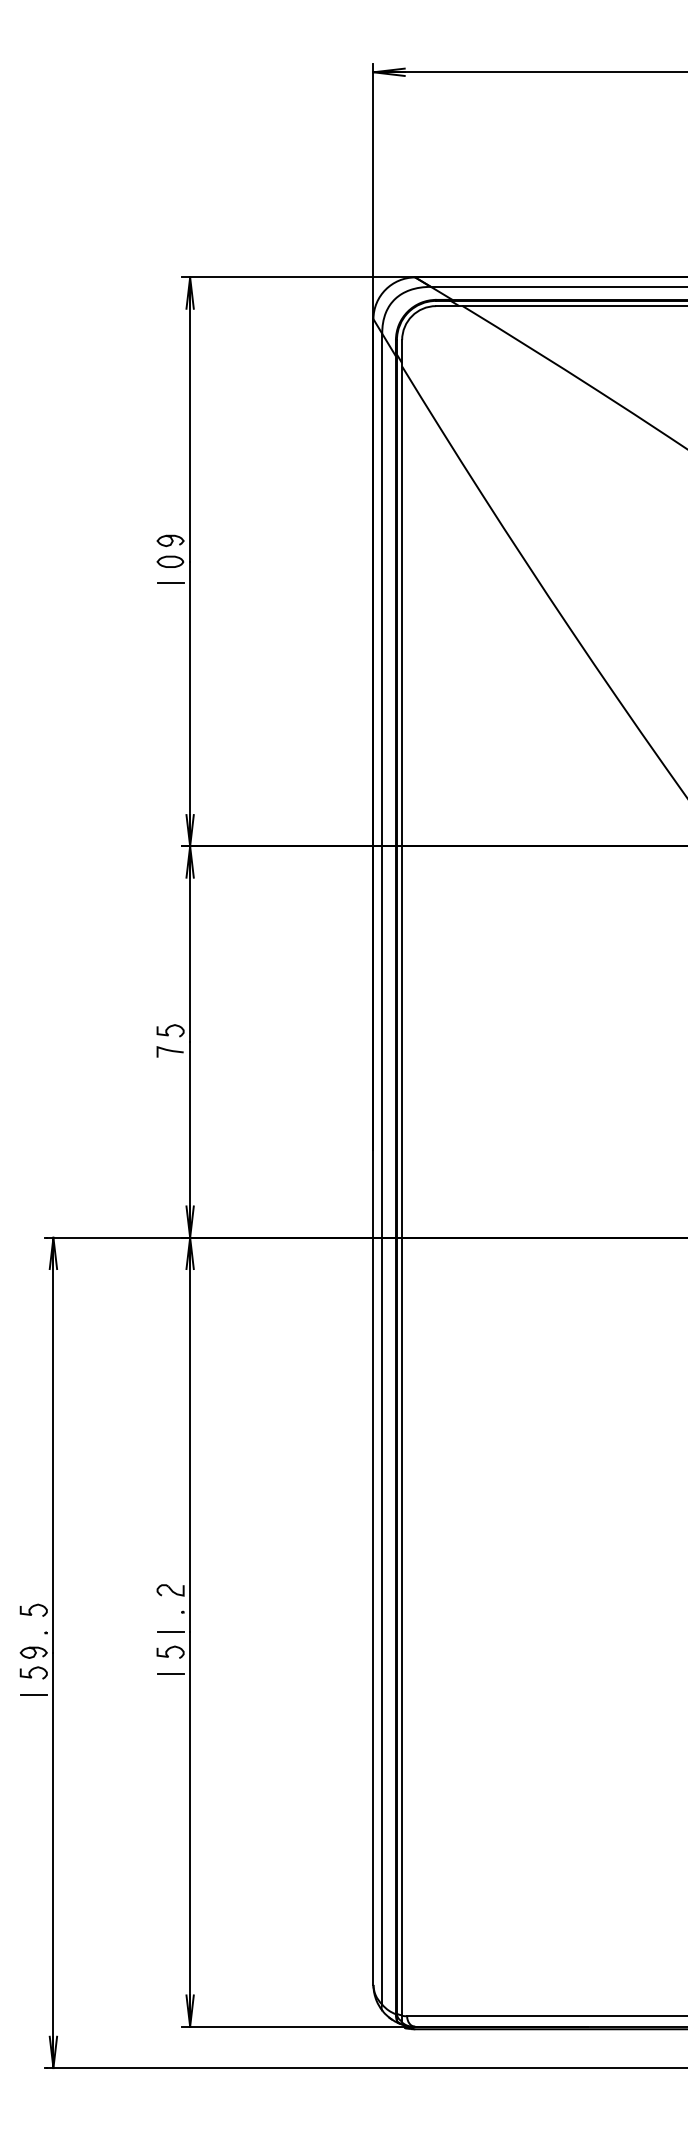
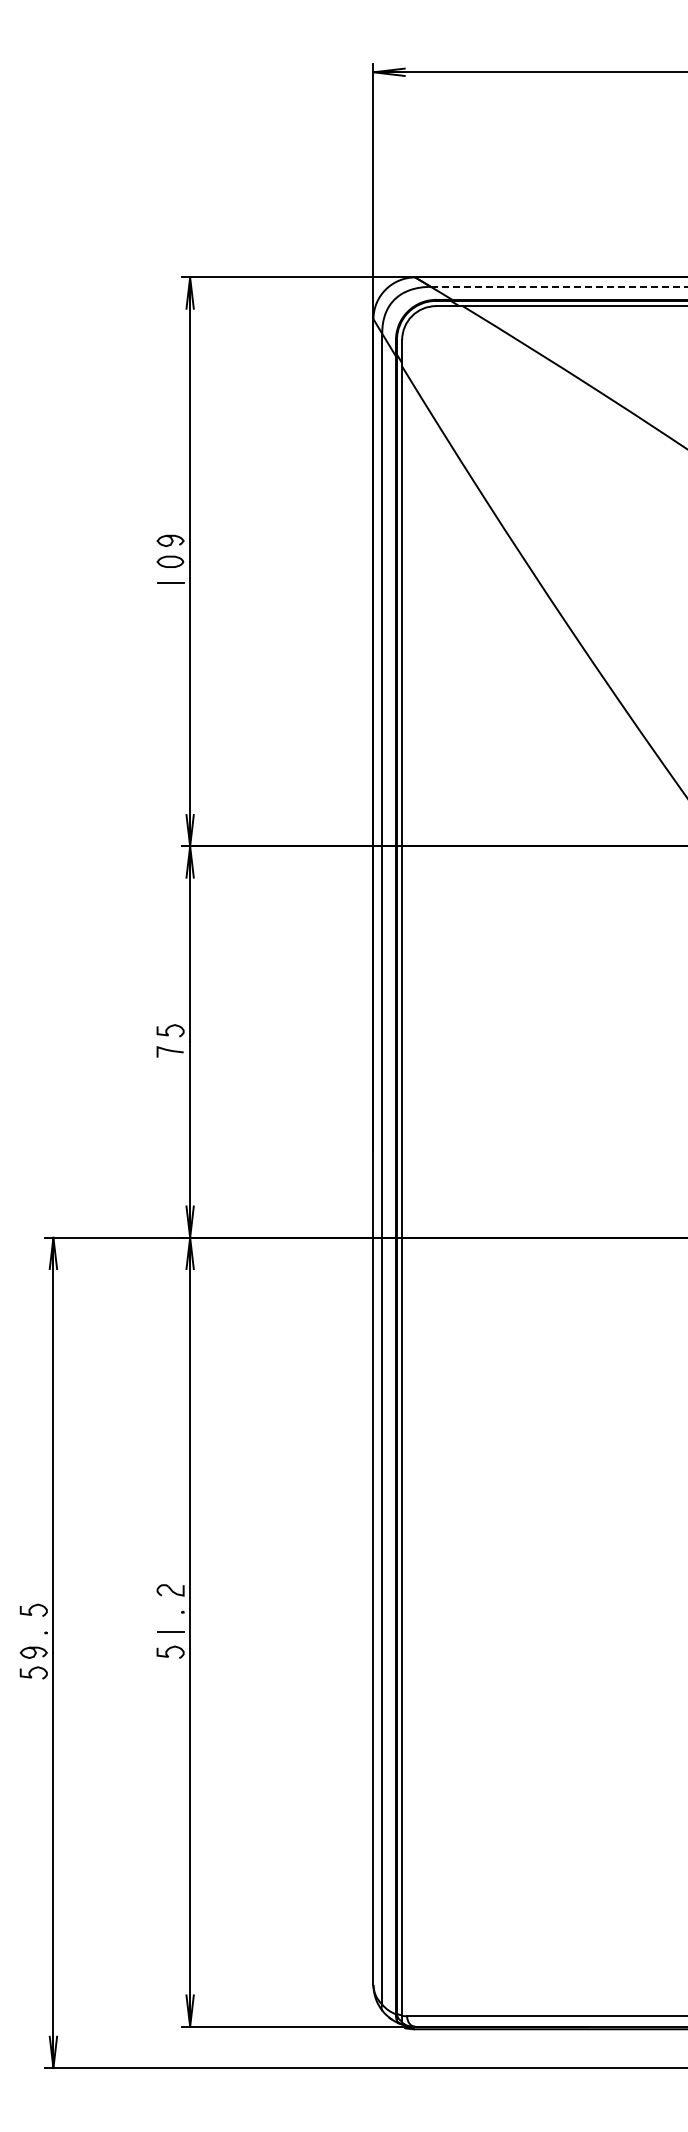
line at (559, 286): solid -> dashed
line at (170, 1673): present -> none
line at (33, 1694): present -> none
